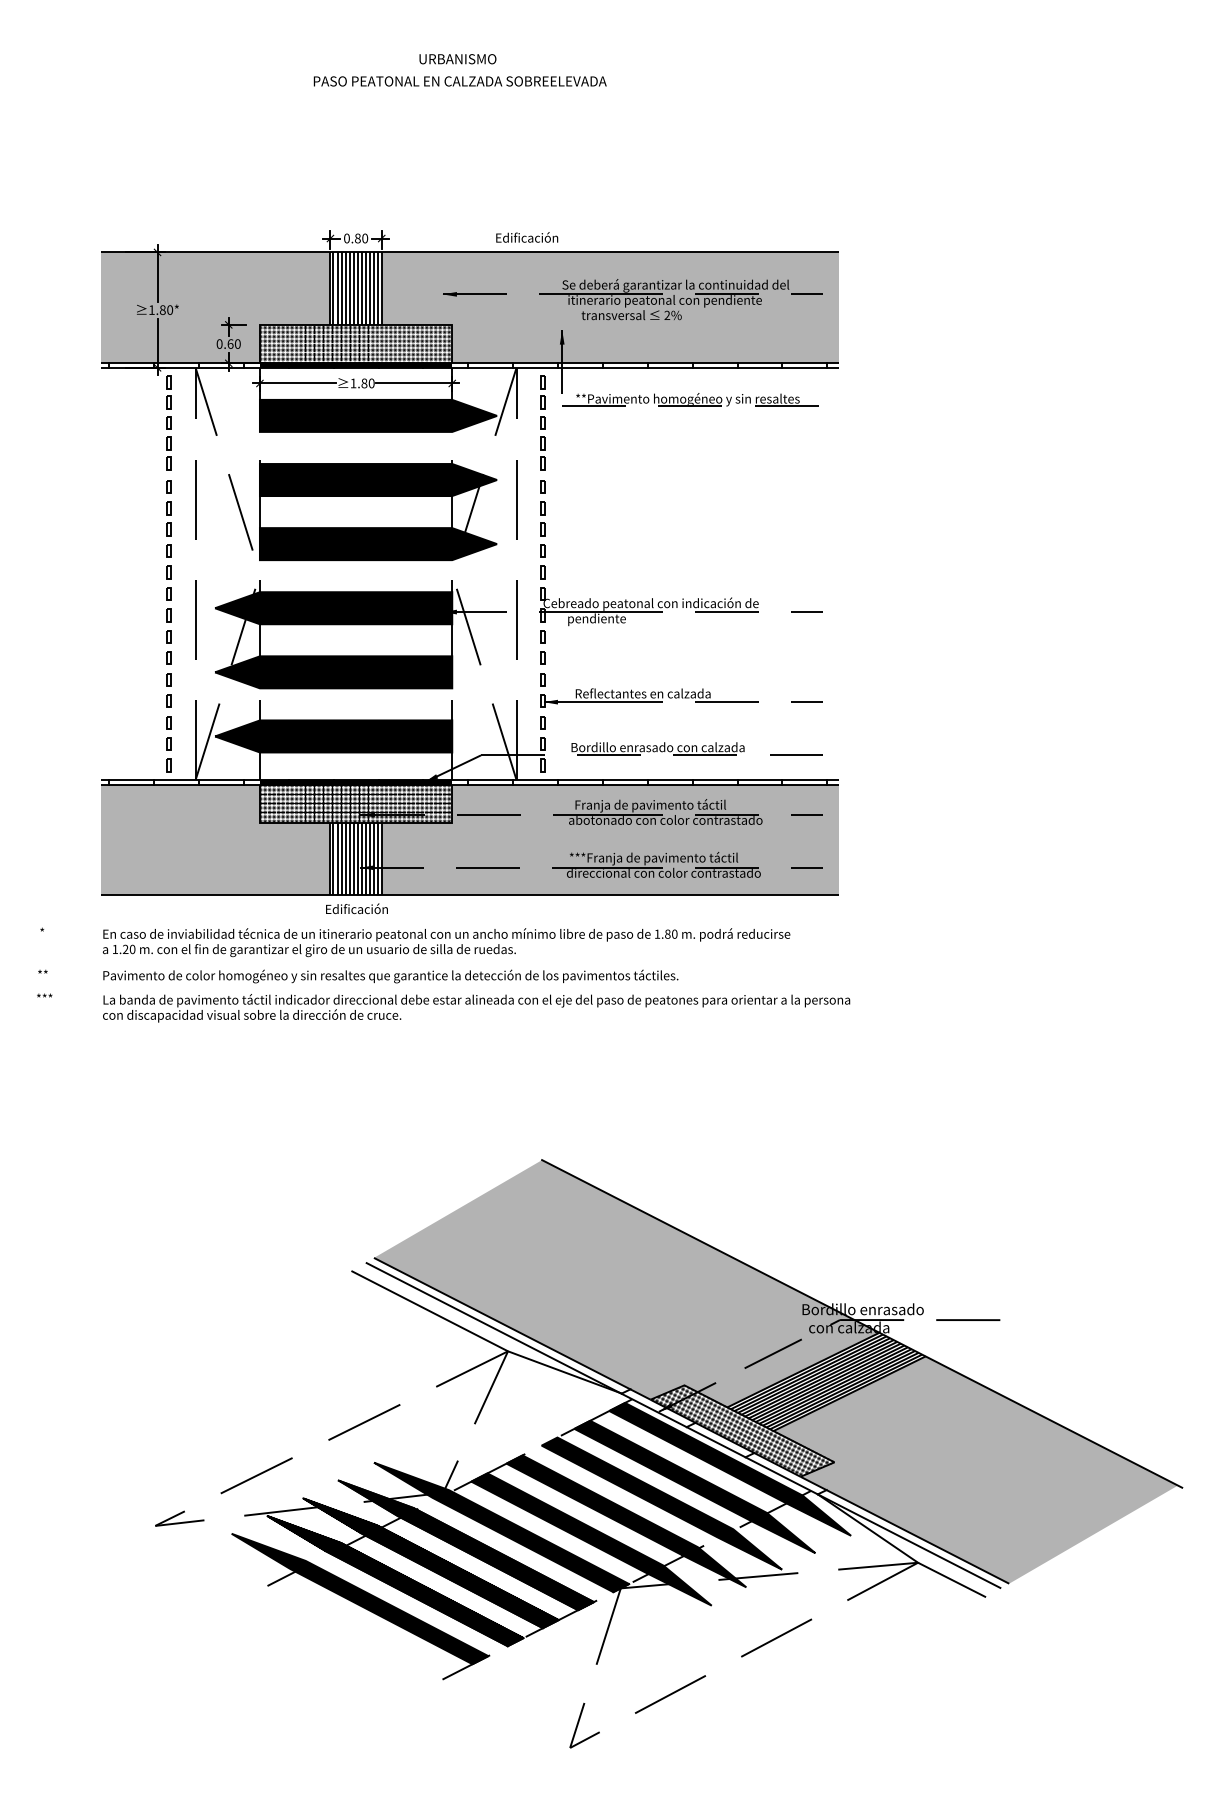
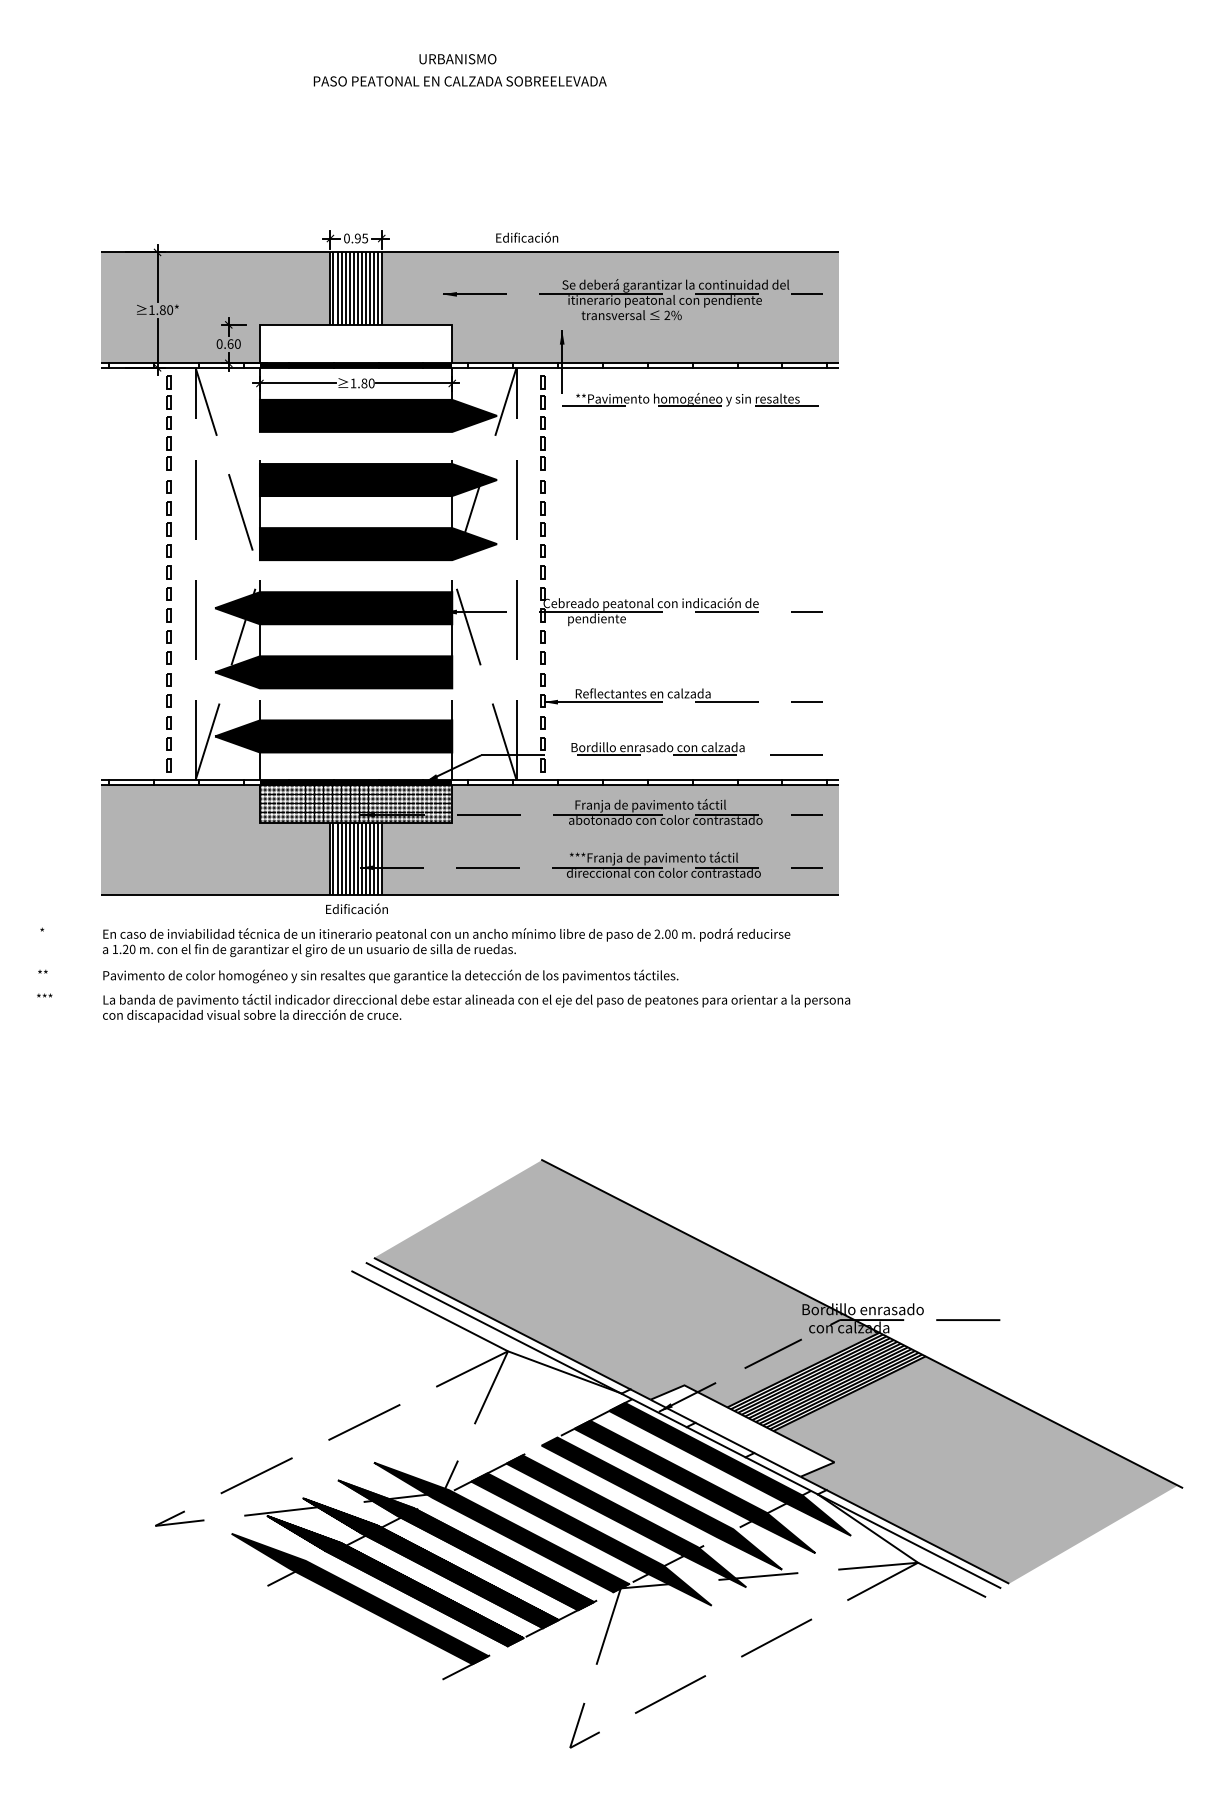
text at (361, 238): 0.80 -> 0.95
hatch at (354, 344): present -> none
text at (662, 933): 1.80 -> 2.00
hatch at (742, 1430): present -> none
